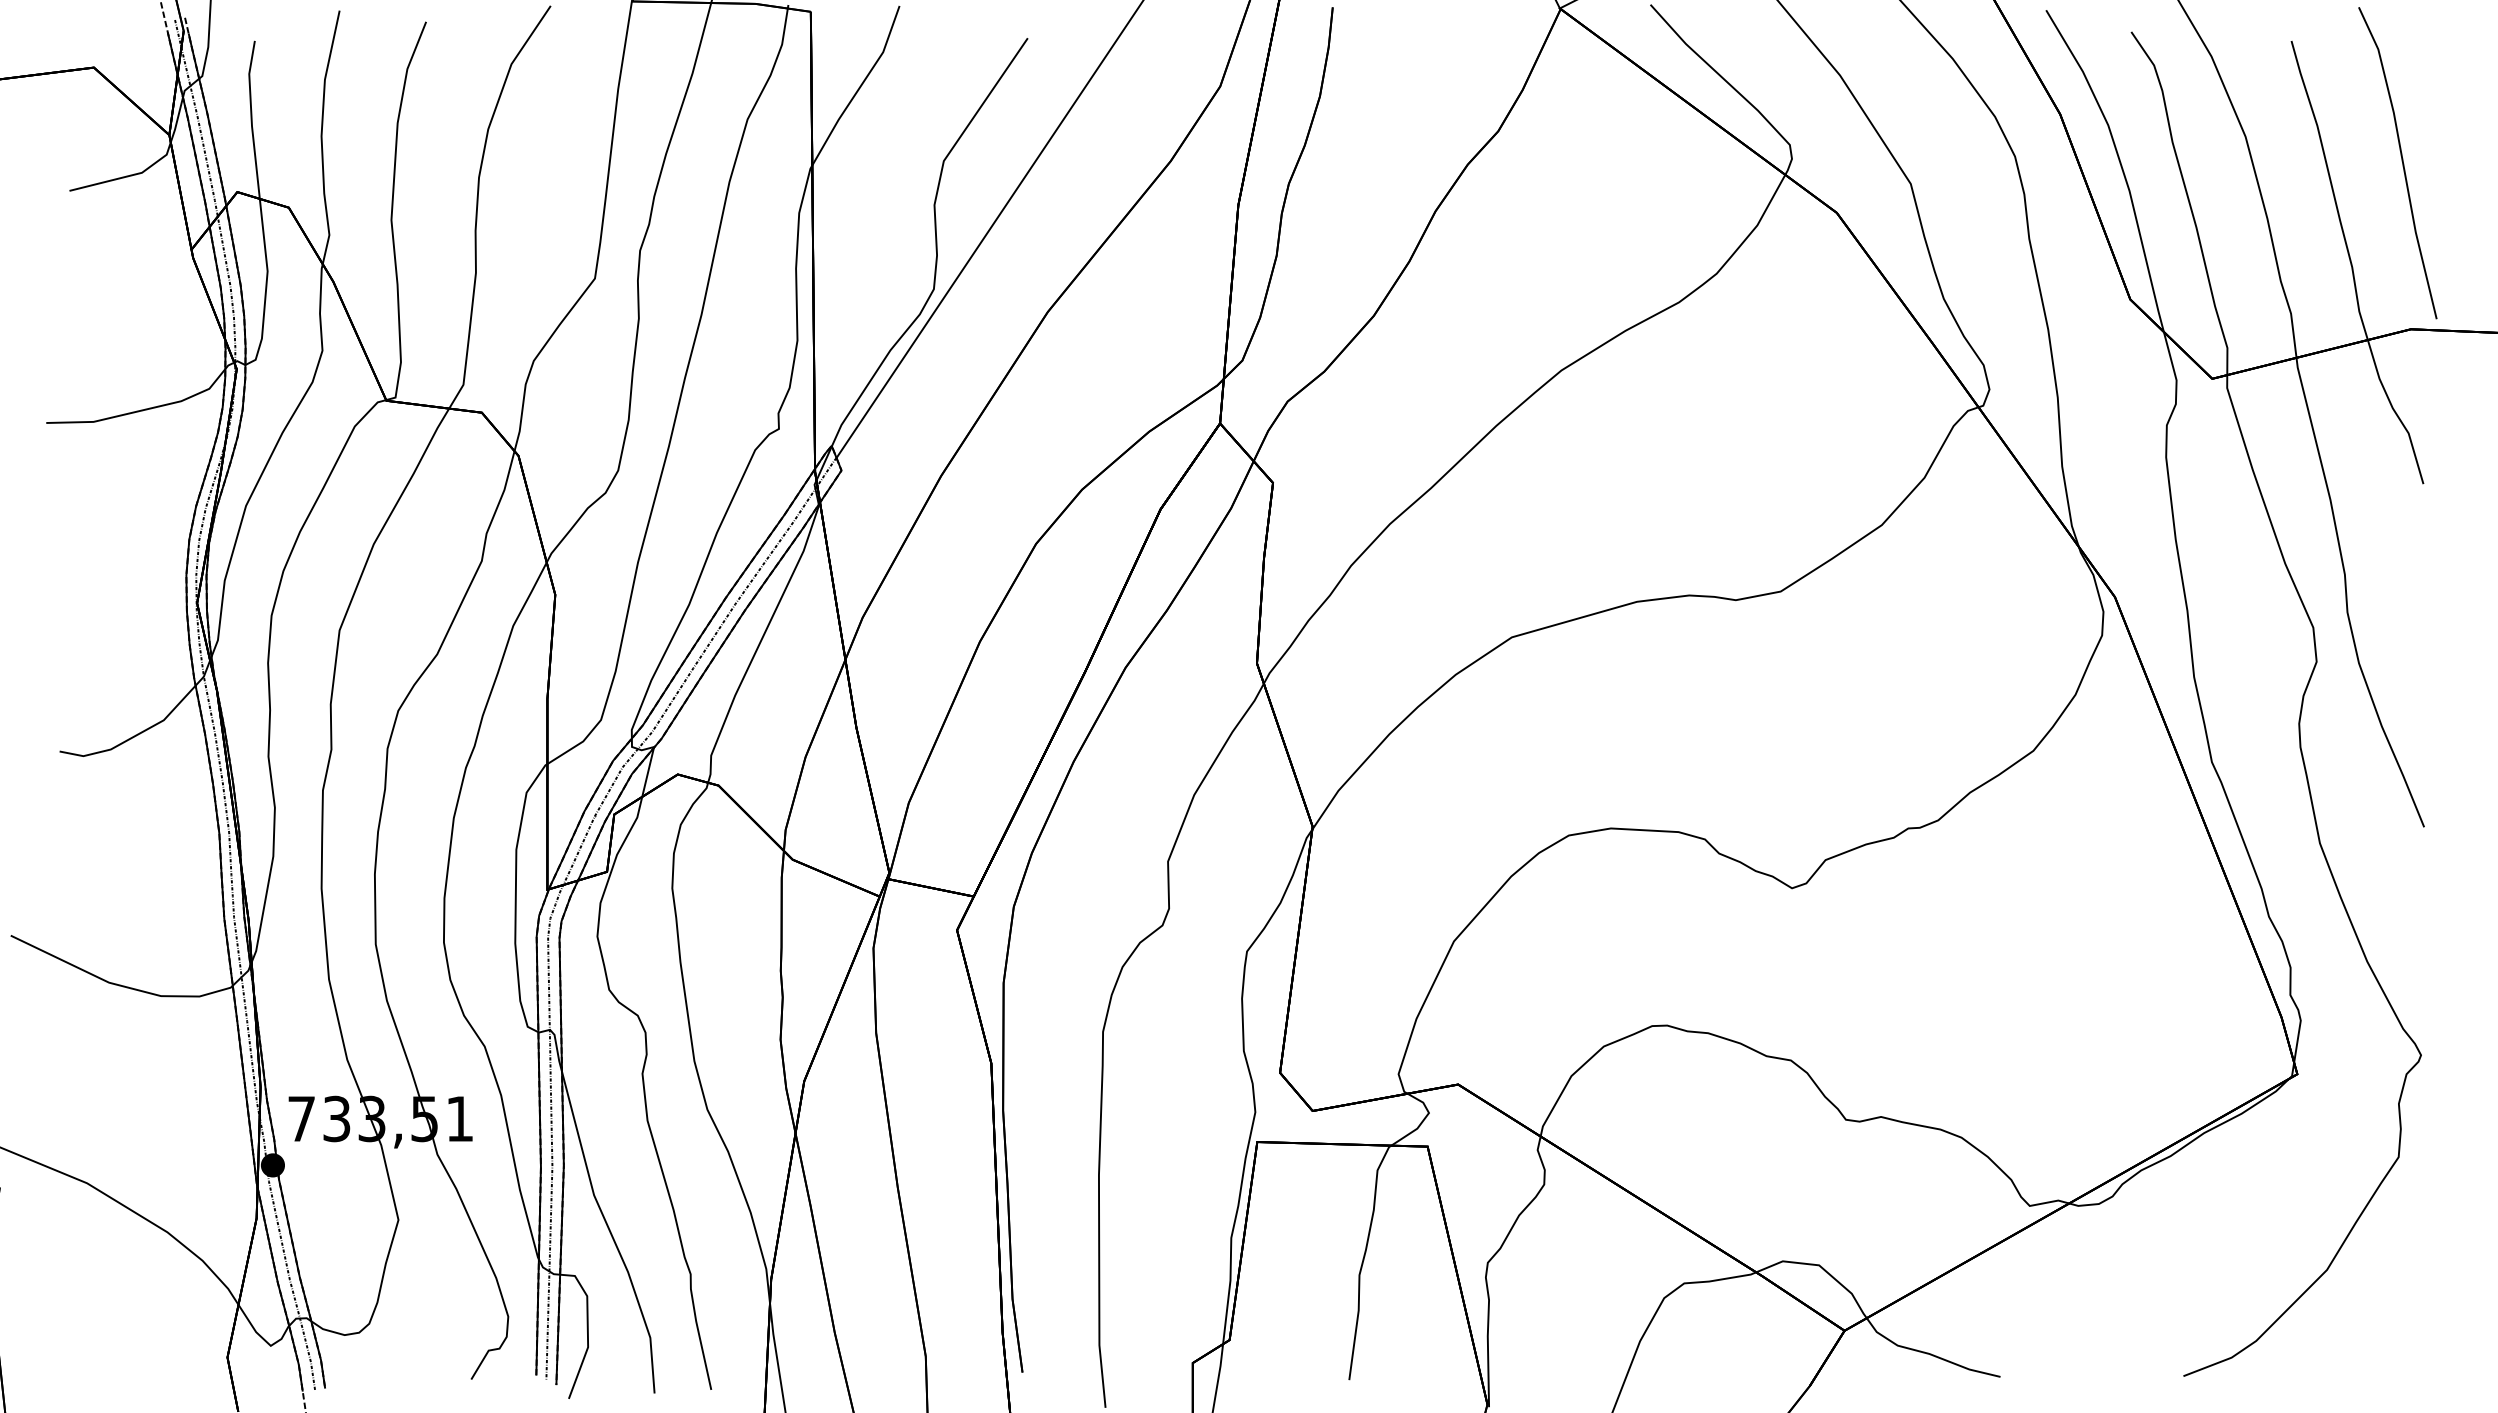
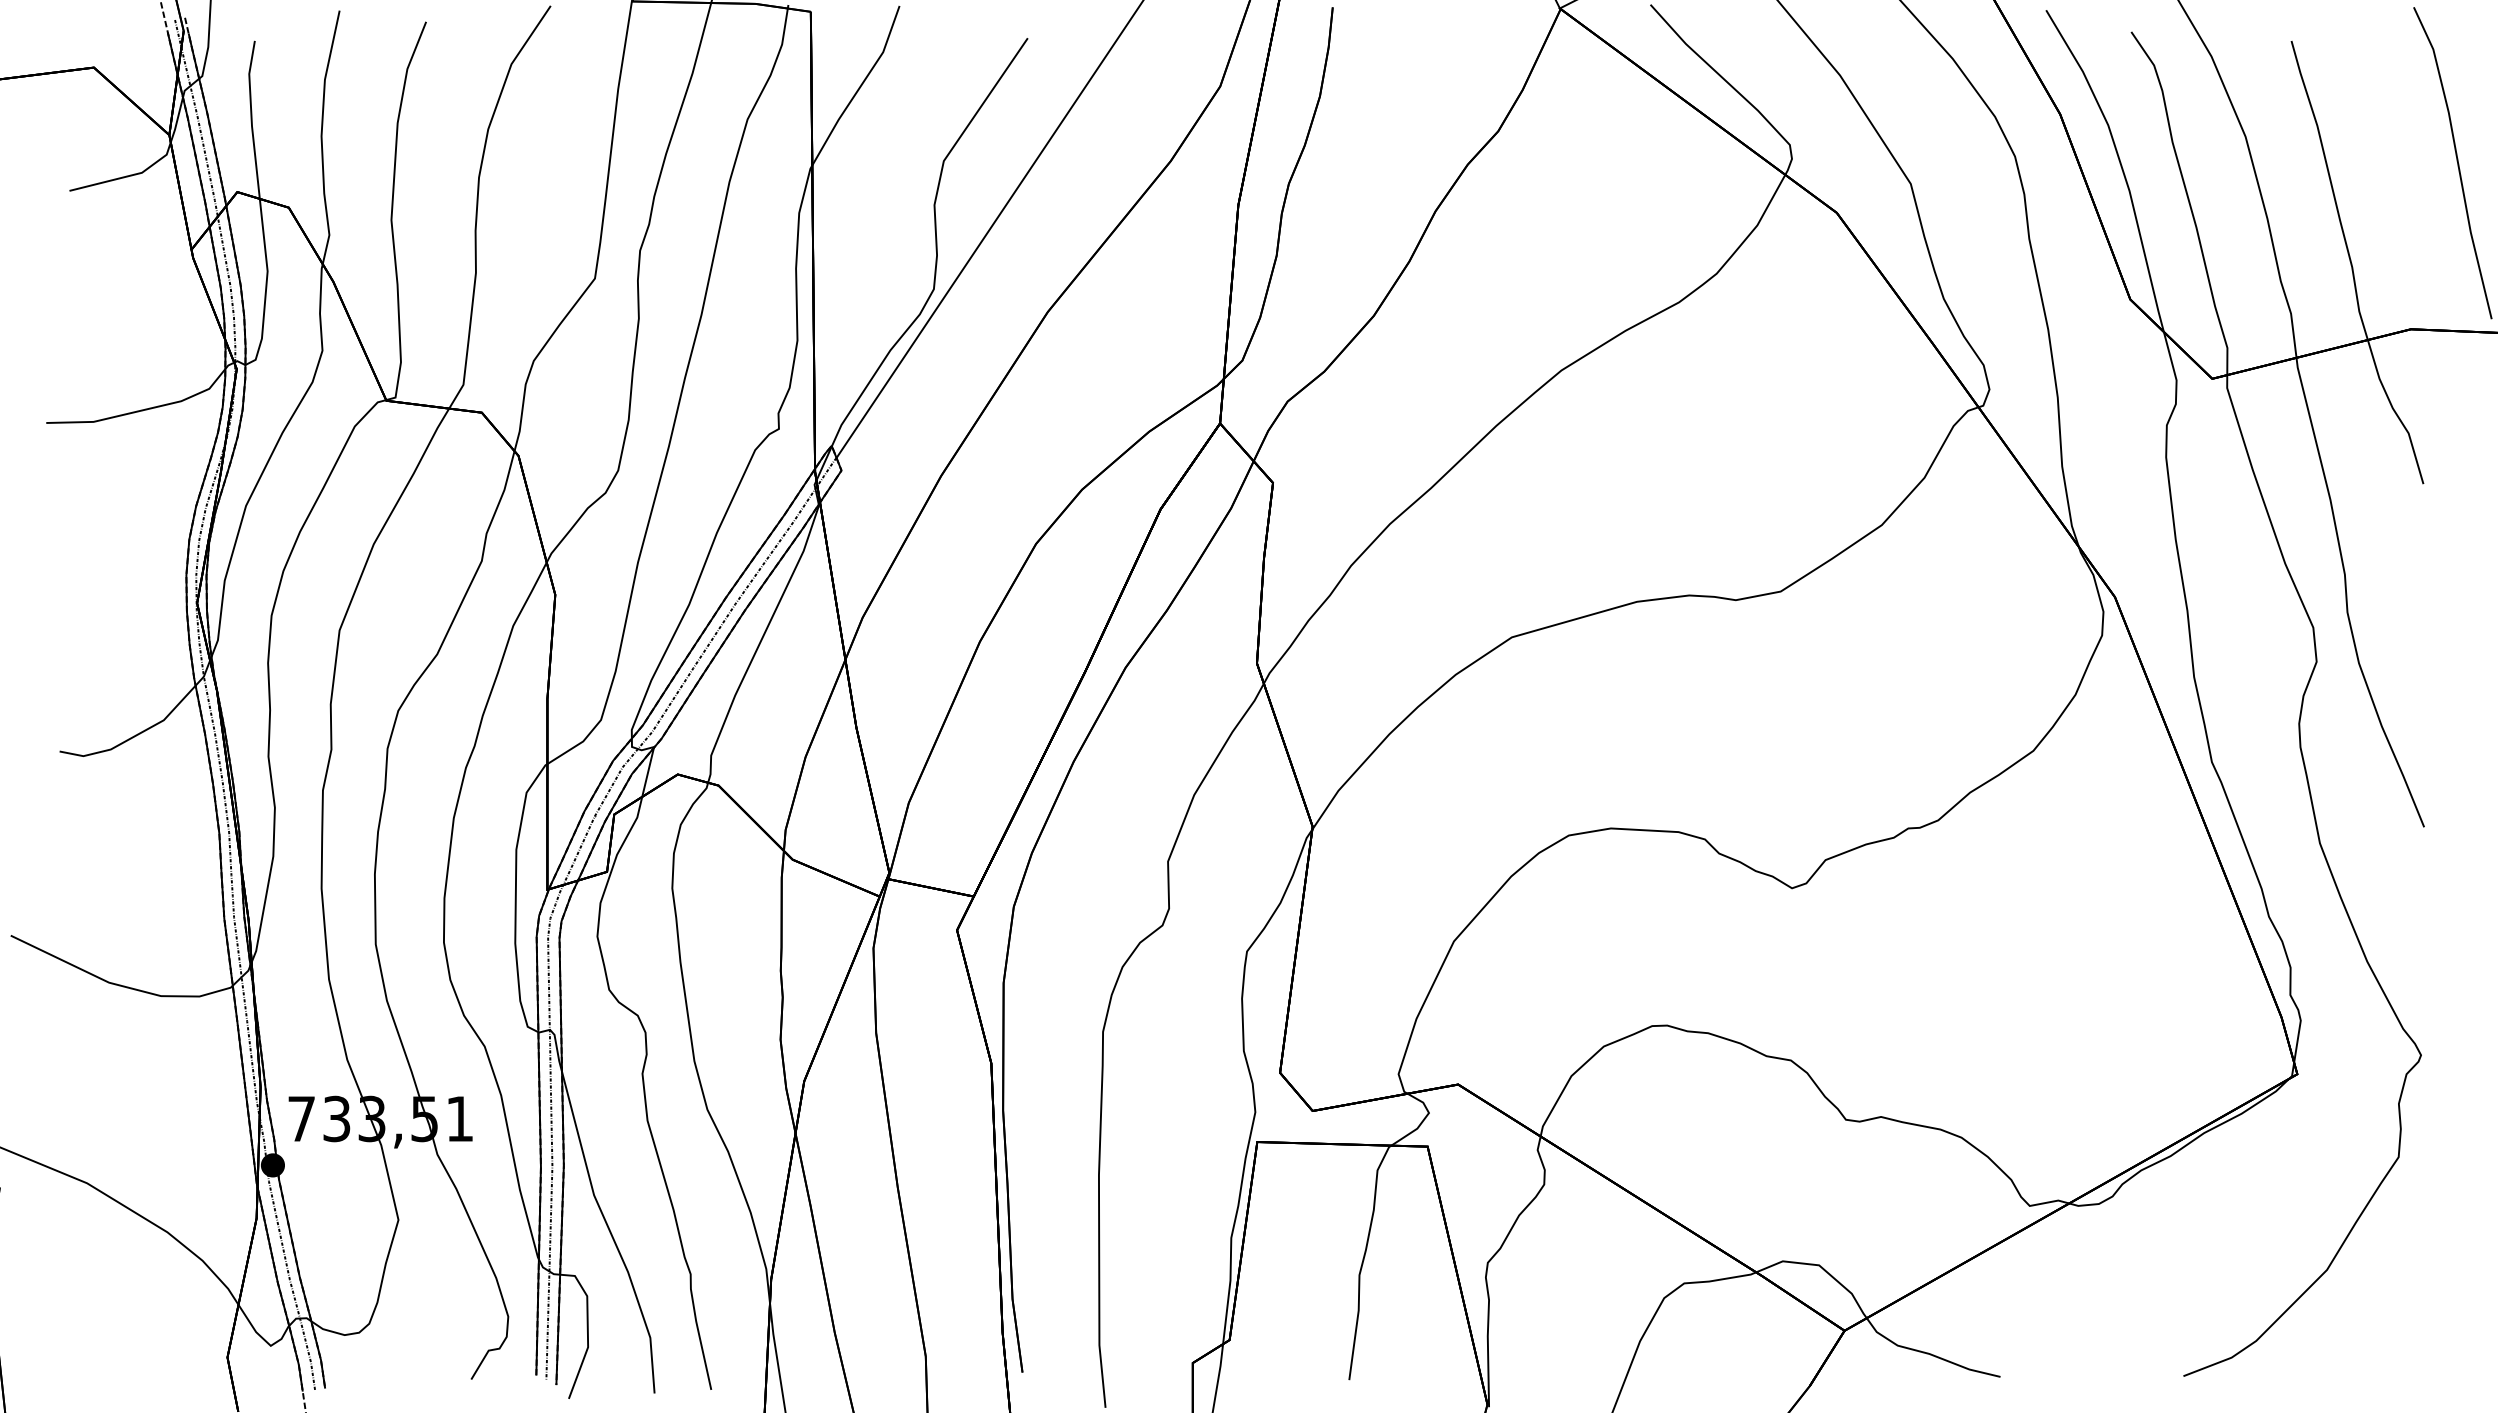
part at (2397, 163) position: (2397, 163) -> (2452, 163)
